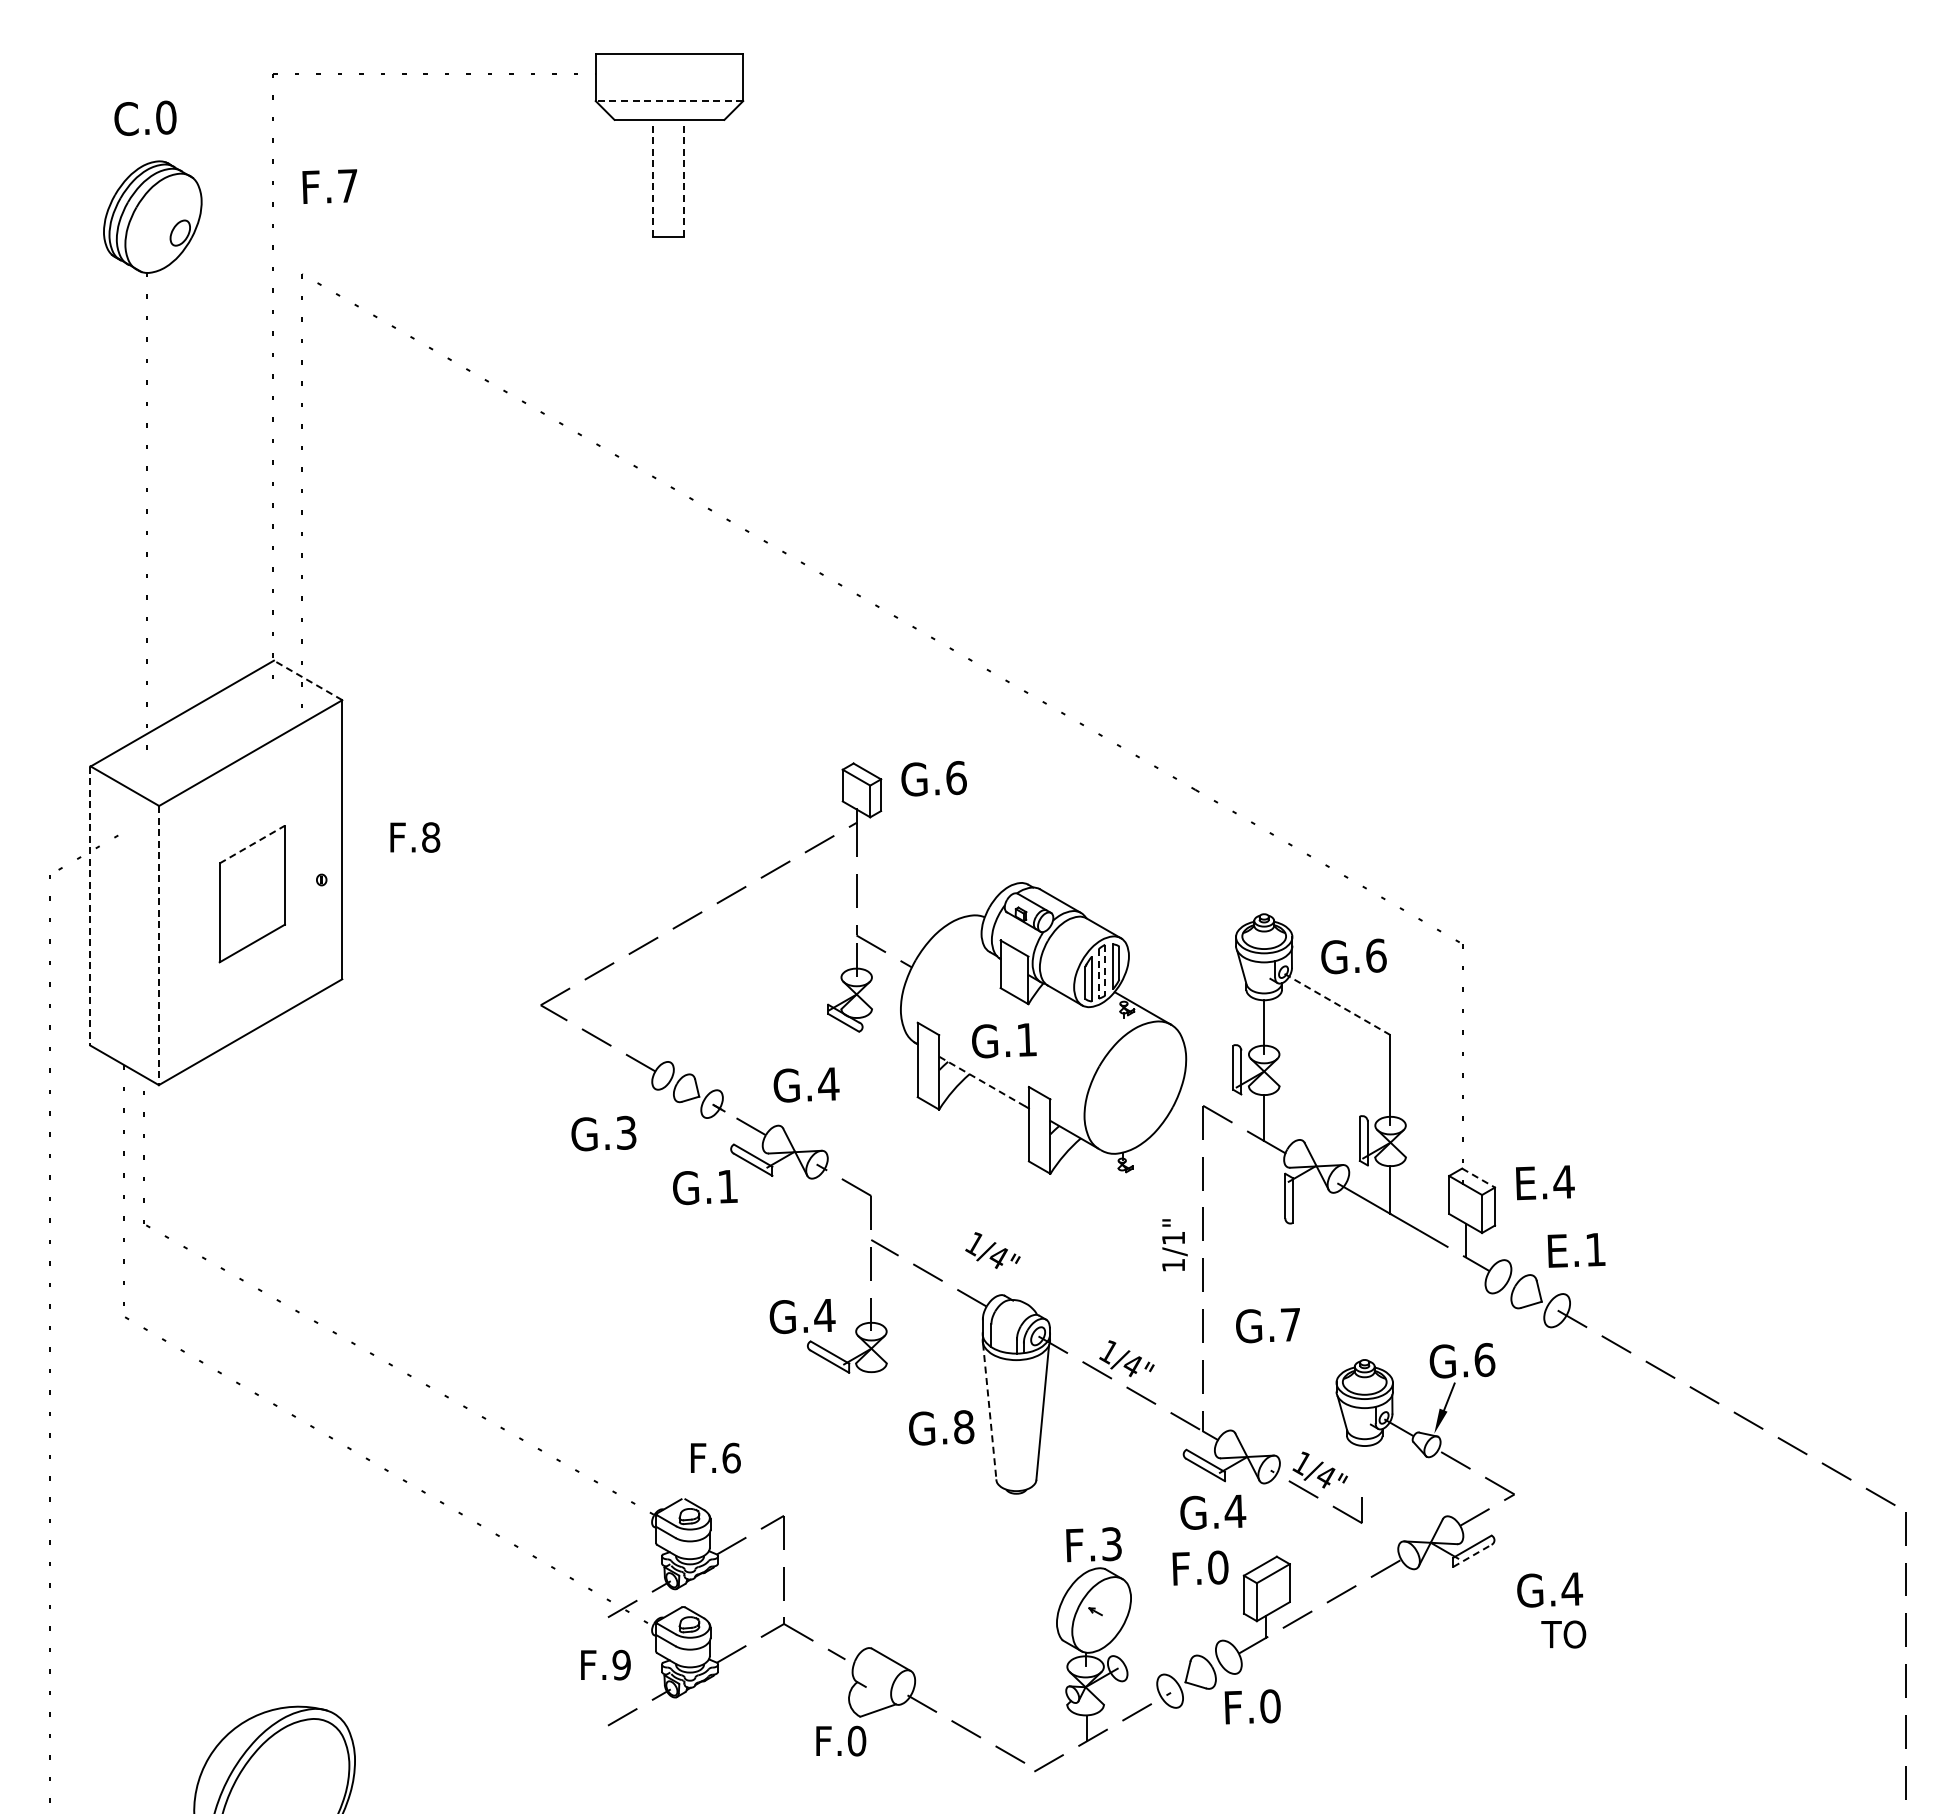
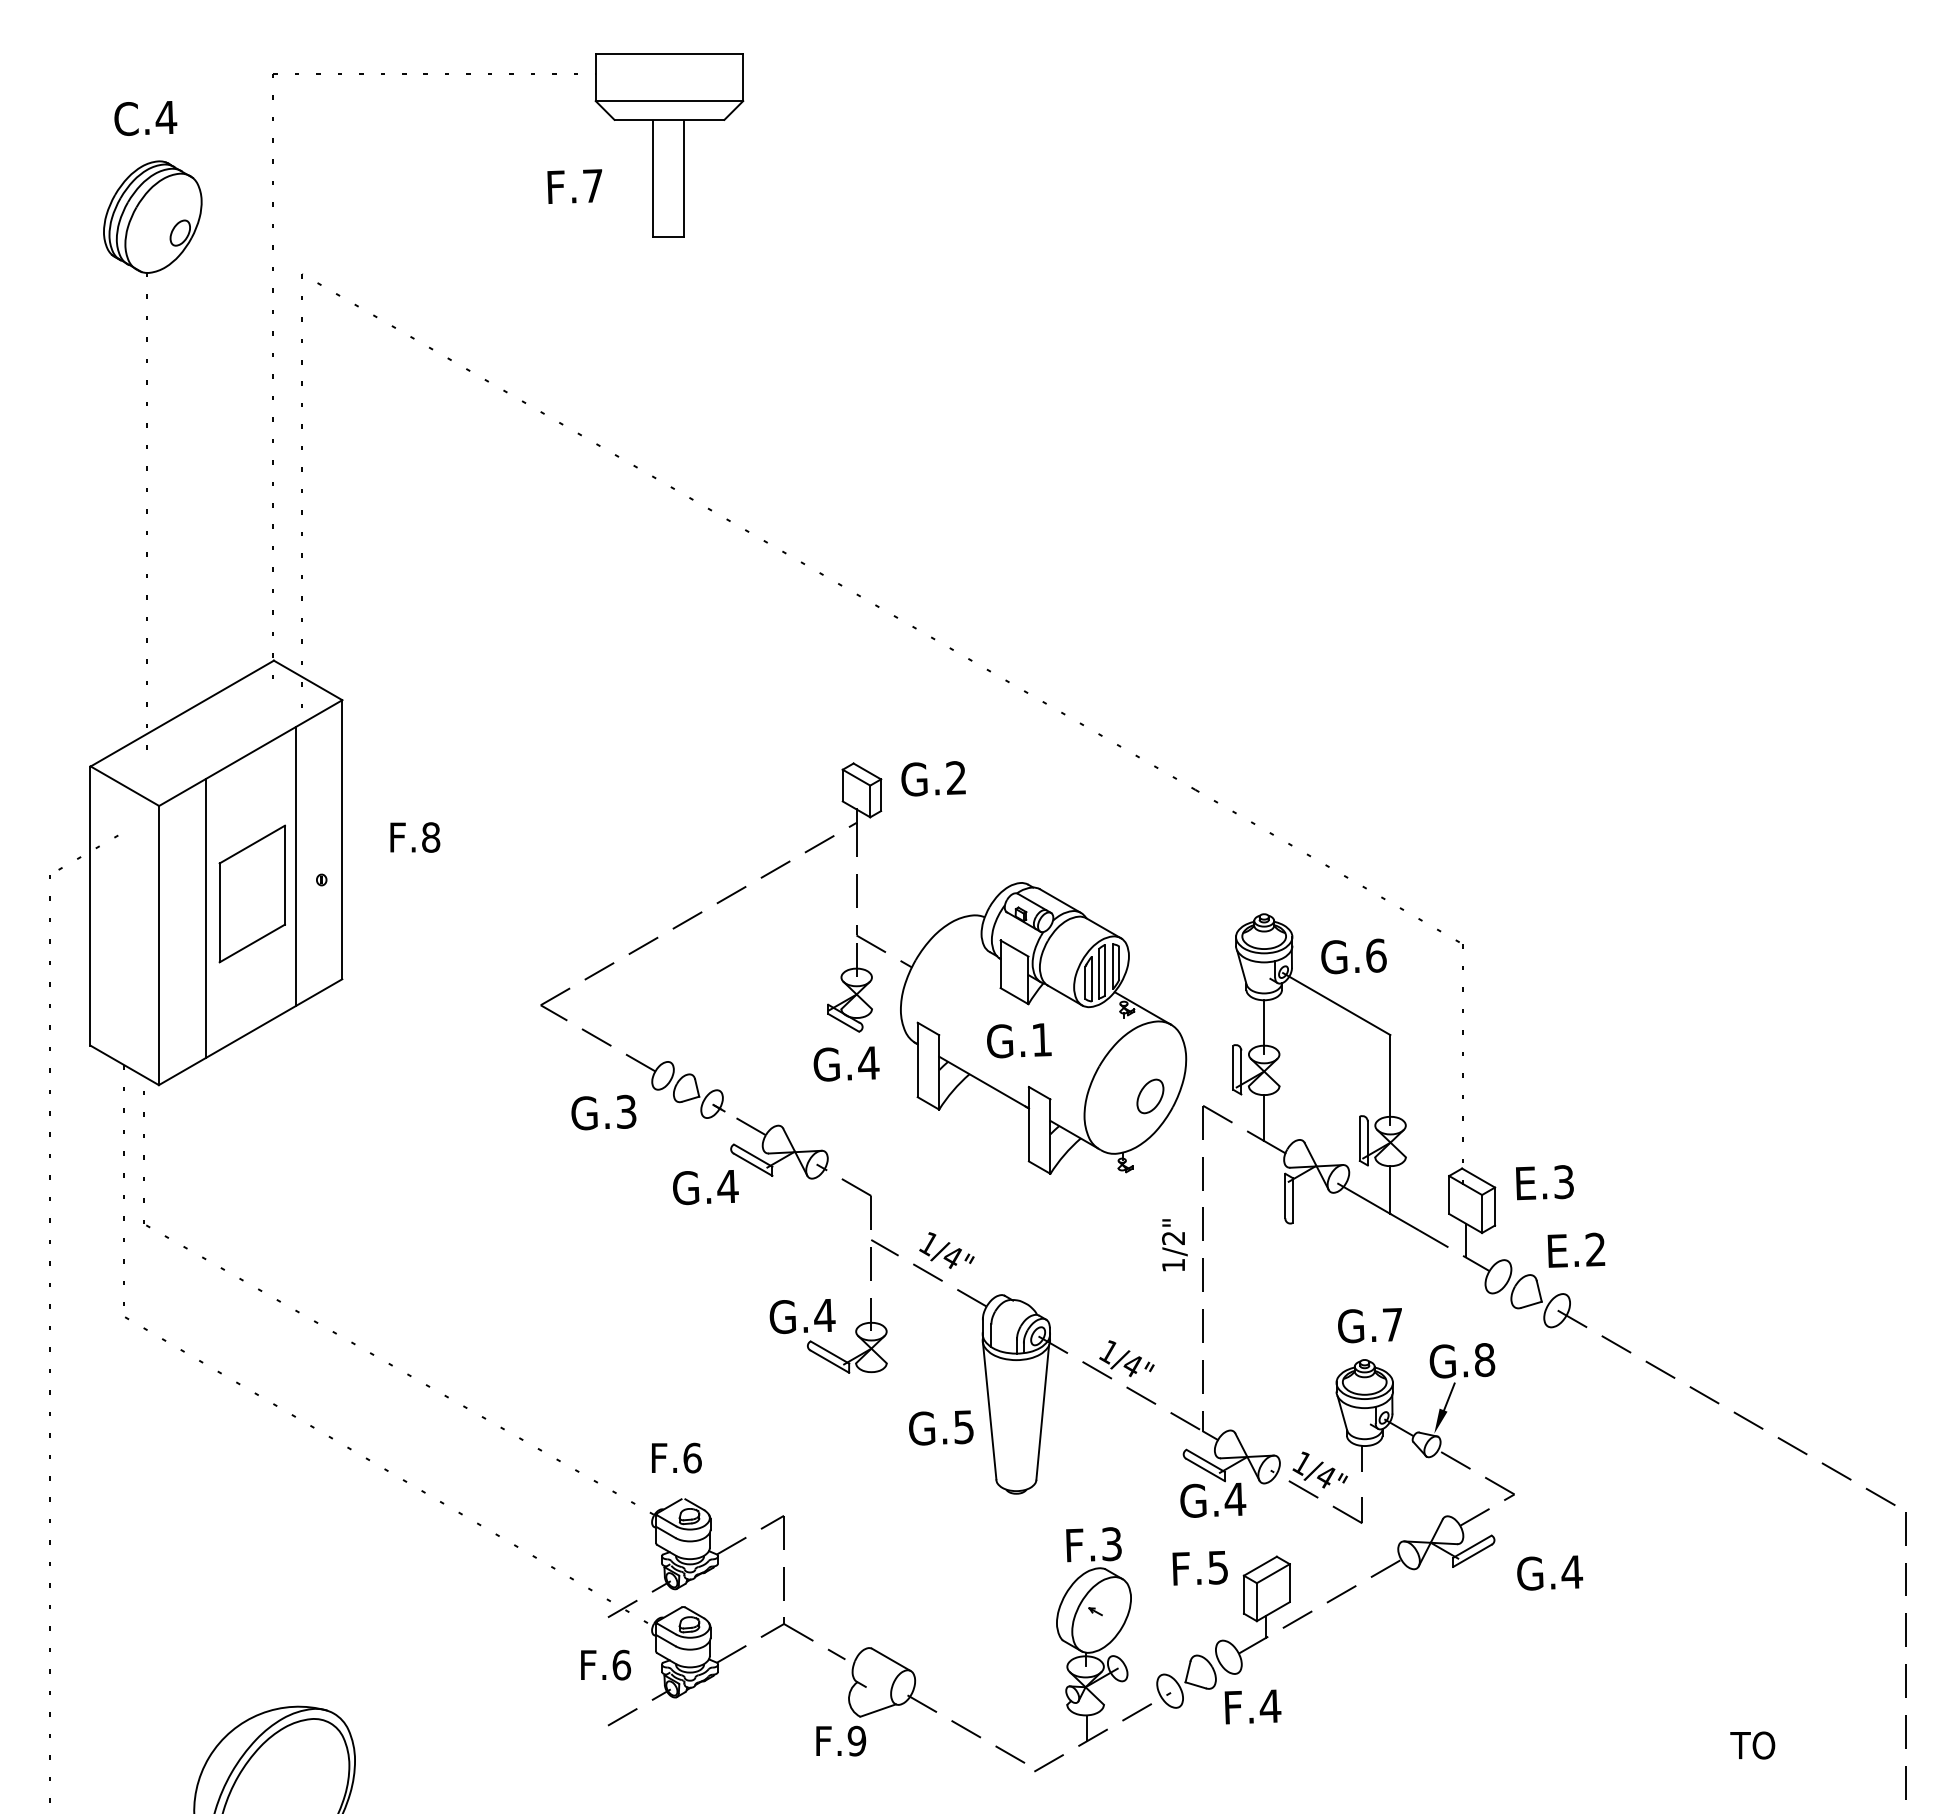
line at (669, 101): dashed -> solid
text at (166, 117): C.0 -> C.4
line at (653, 178): dashed -> solid
line at (684, 178): dashed -> solid
text at (329, 186) position: (329, 186) -> (574, 186)
line at (308, 680): dashed -> solid
text at (956, 778): G.6 -> G.2
line at (252, 844): dashed -> solid
line at (296, 865): none -> present
line at (90, 906): dashed -> solid
line at (206, 917): none -> present
line at (158, 946): dashed -> solid
line at (1105, 970): dashed -> solid
line at (1098, 973): dashed -> solid
line at (1336, 1004): dashed -> solid
text at (1004, 1040) position: (1004, 1040) -> (1019, 1040)
line at (984, 1082): dashed -> solid
text at (806, 1084) position: (806, 1084) -> (846, 1063)
part at (1150, 1096): none -> present
text at (603, 1133) position: (603, 1133) -> (603, 1112)
line at (1478, 1178): dashed -> solid
text at (1563, 1182): E.4 -> E.3
text at (727, 1186): G.1 -> G.4
text at (1173, 1238): 1/1" -> 1/2"
text at (1595, 1249): E.1 -> E.2
text at (992, 1250) position: (992, 1250) -> (946, 1250)
text at (1267, 1325) position: (1267, 1325) -> (1369, 1325)
text at (1484, 1359): G.6 -> G.8
line at (989, 1411): dashed -> solid
text at (964, 1427): G.8 -> G.5
text at (715, 1457) position: (715, 1457) -> (676, 1457)
line at (1362, 1458): none -> present
text at (1213, 1511) position: (1213, 1511) -> (1213, 1499)
line at (1472, 1555): dashed -> solid
text at (1218, 1567): F.0 -> F.5
text at (1550, 1589) position: (1550, 1589) -> (1550, 1572)
text at (1563, 1634) position: (1563, 1634) -> (1752, 1745)
text at (621, 1664): F.9 -> F.6
text at (1270, 1706): F.0 -> F.4
text at (856, 1741): F.0 -> F.9
